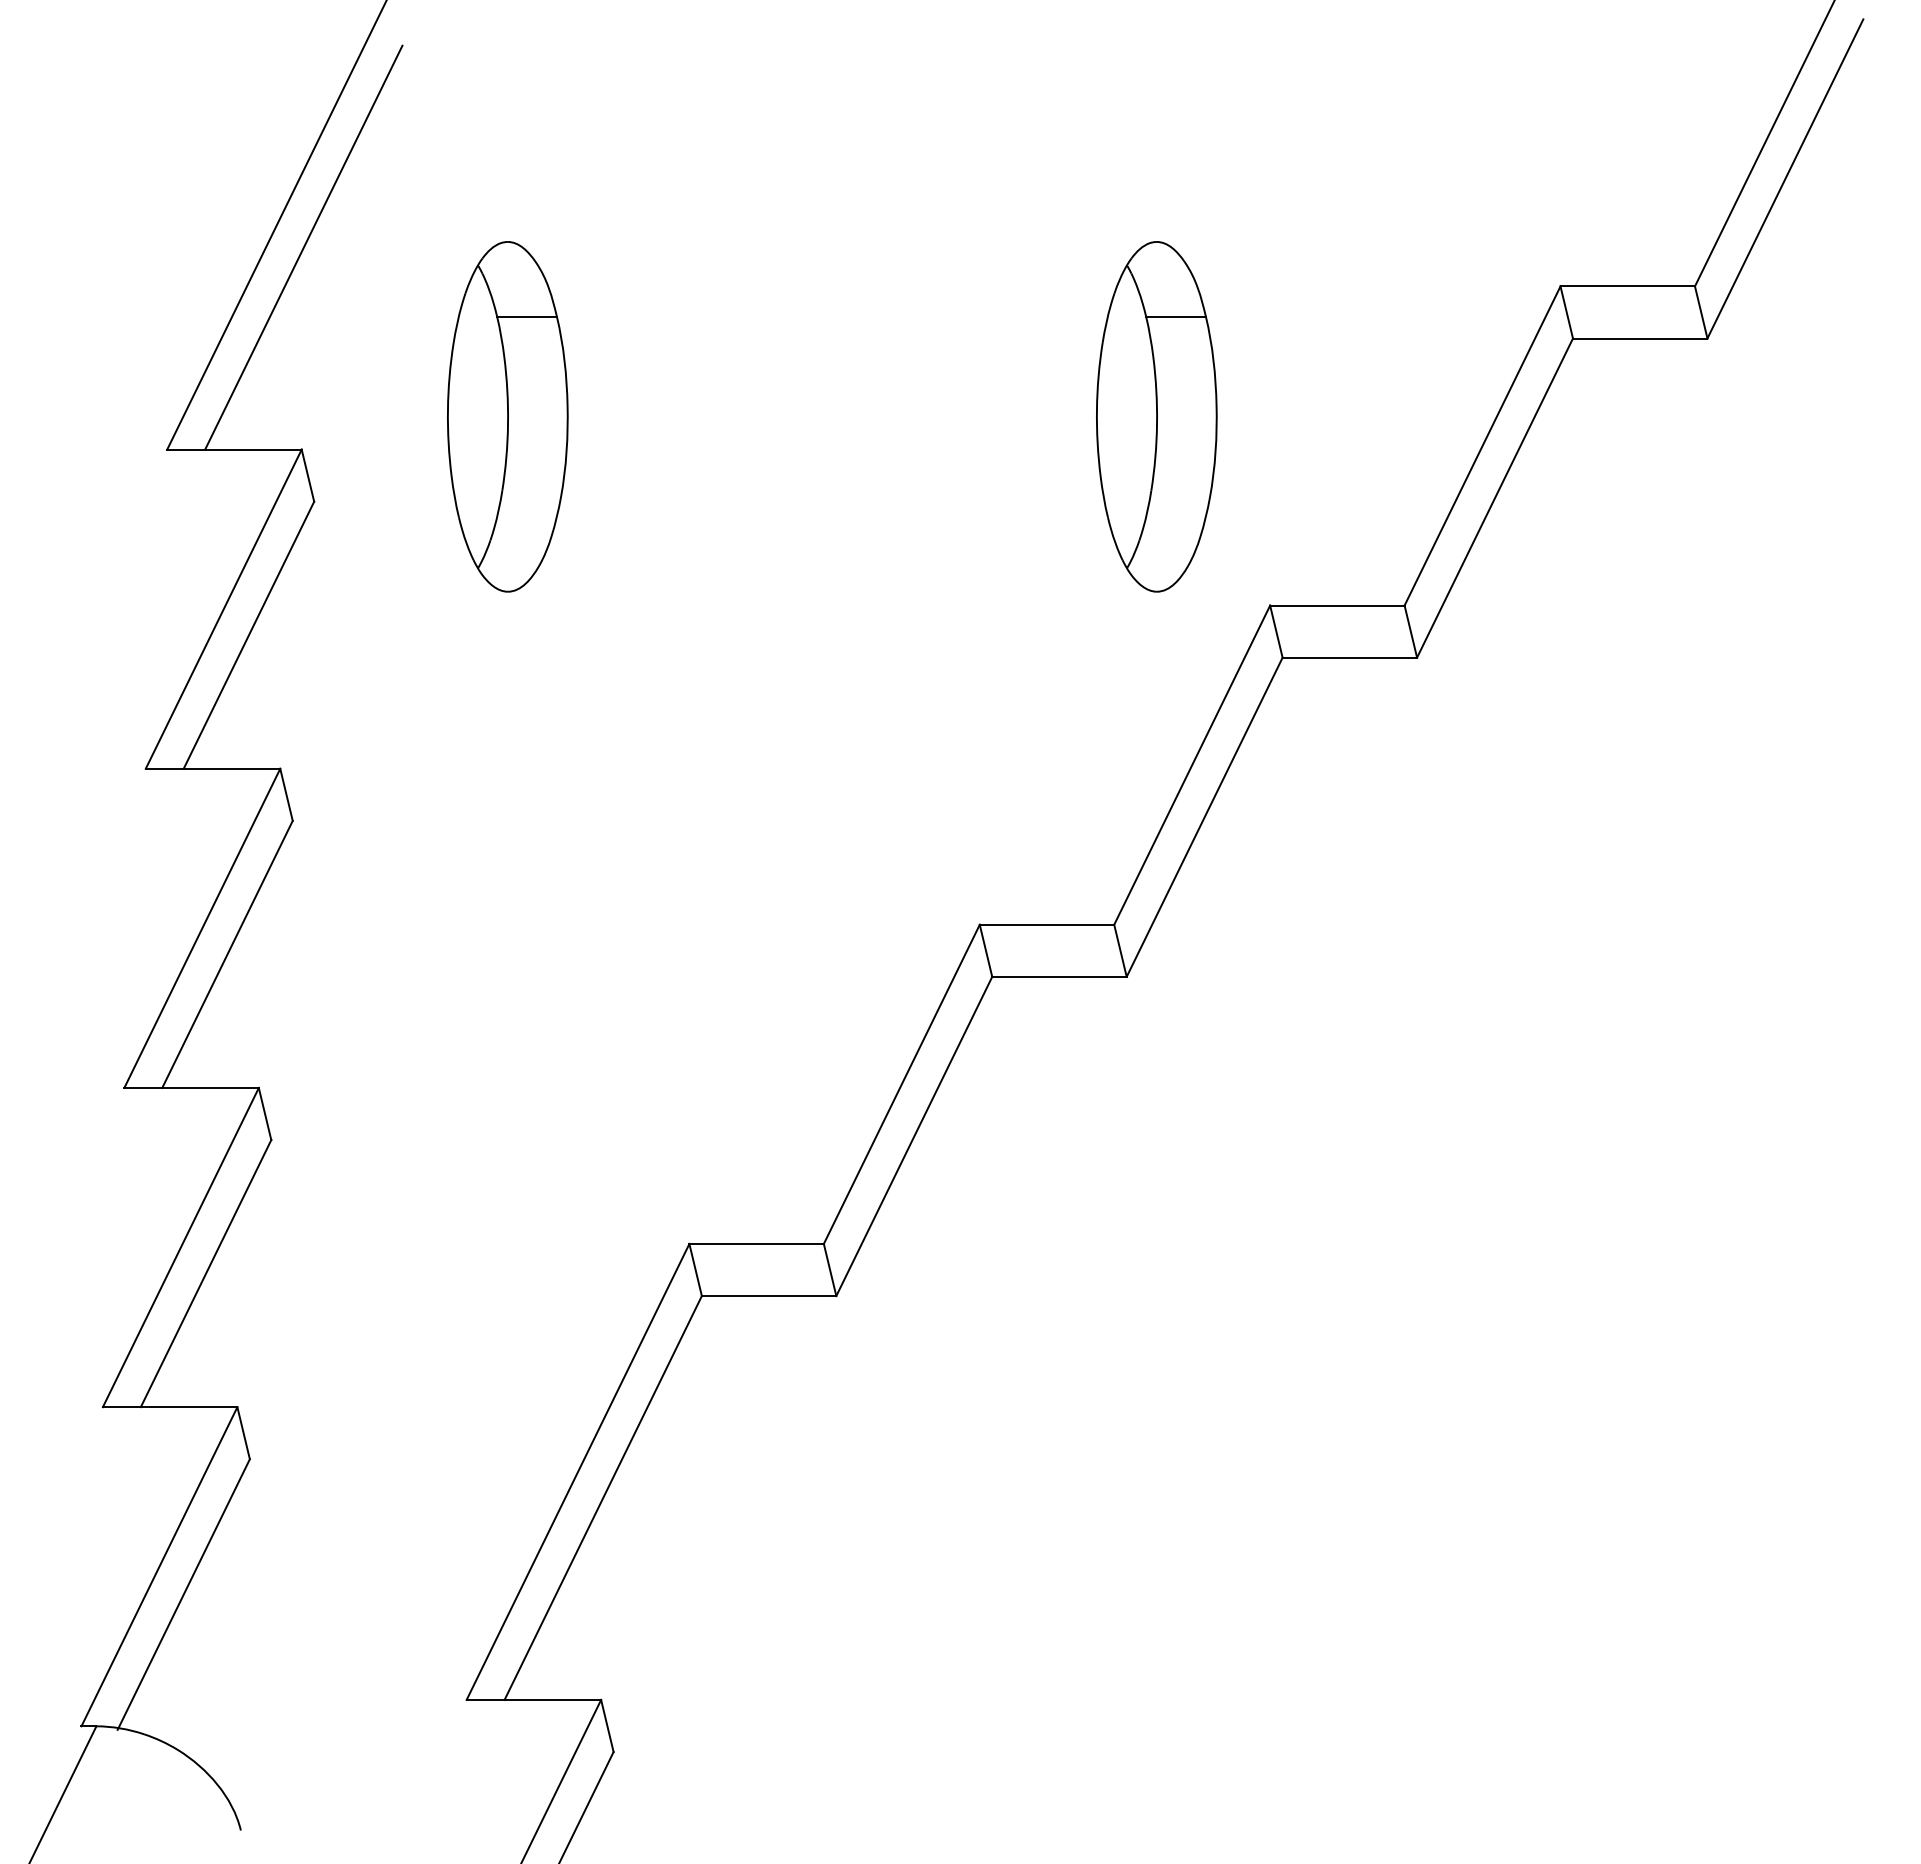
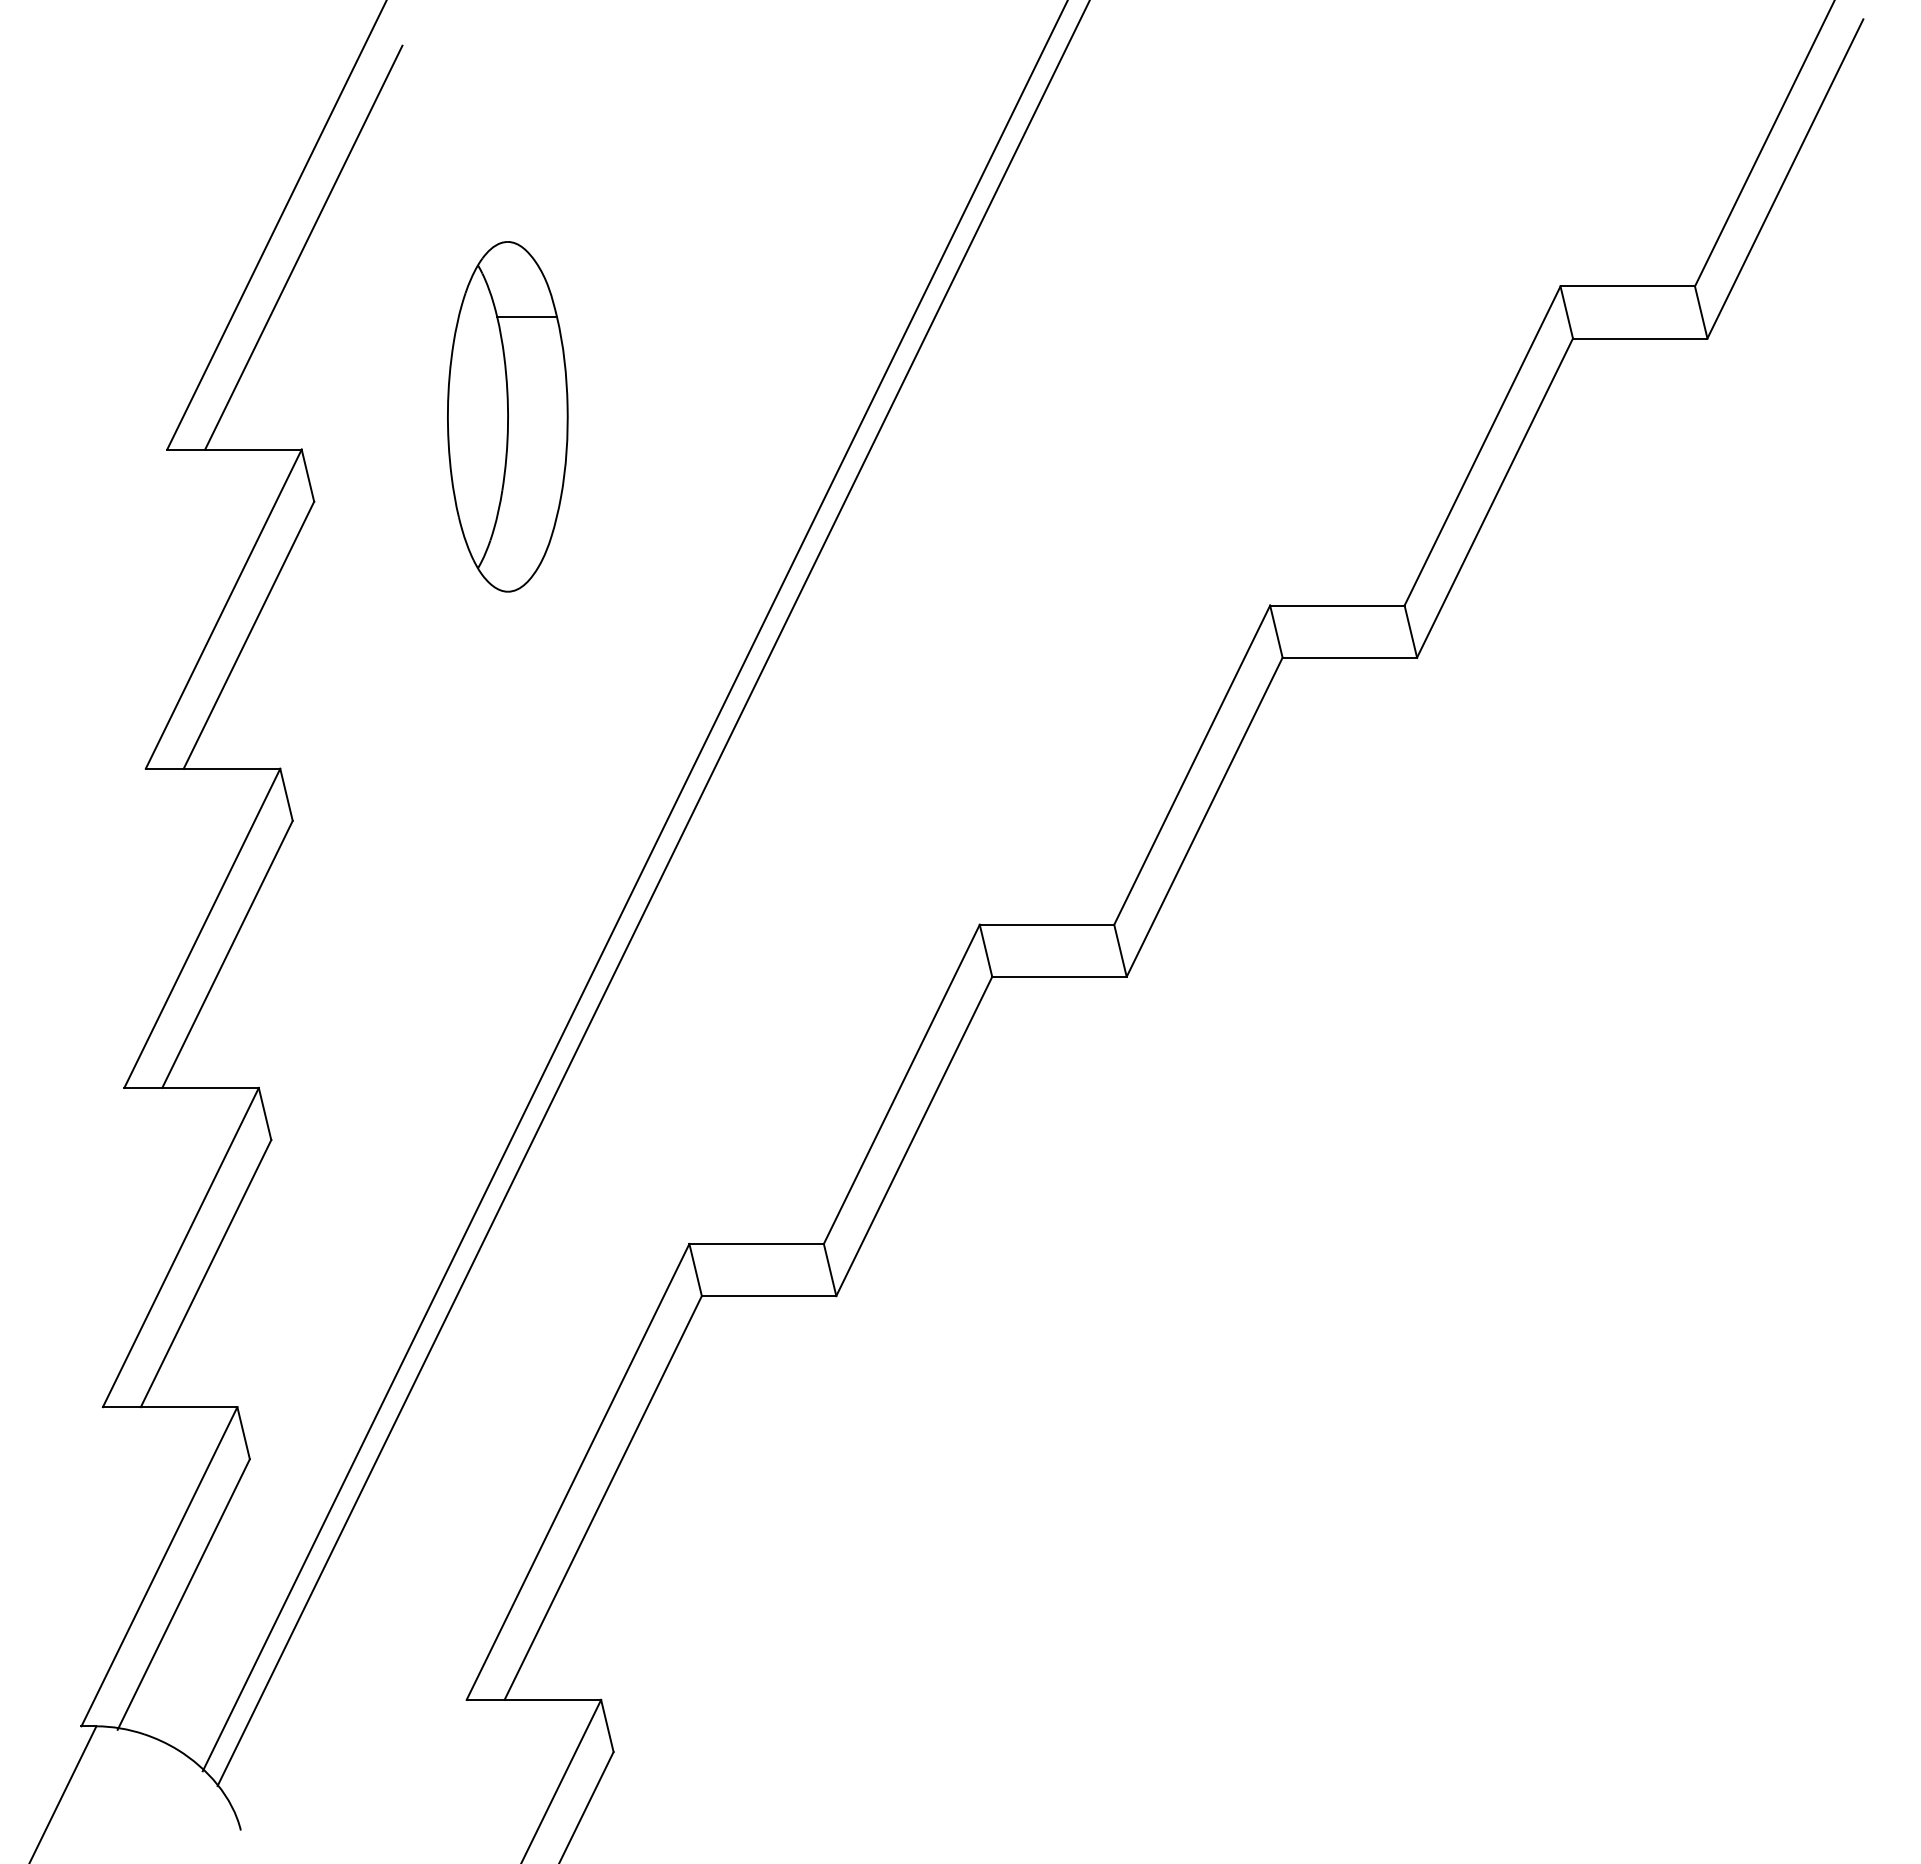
part at (1156, 416): present -> none
line at (634, 886): none -> present
line at (652, 894): none -> present
